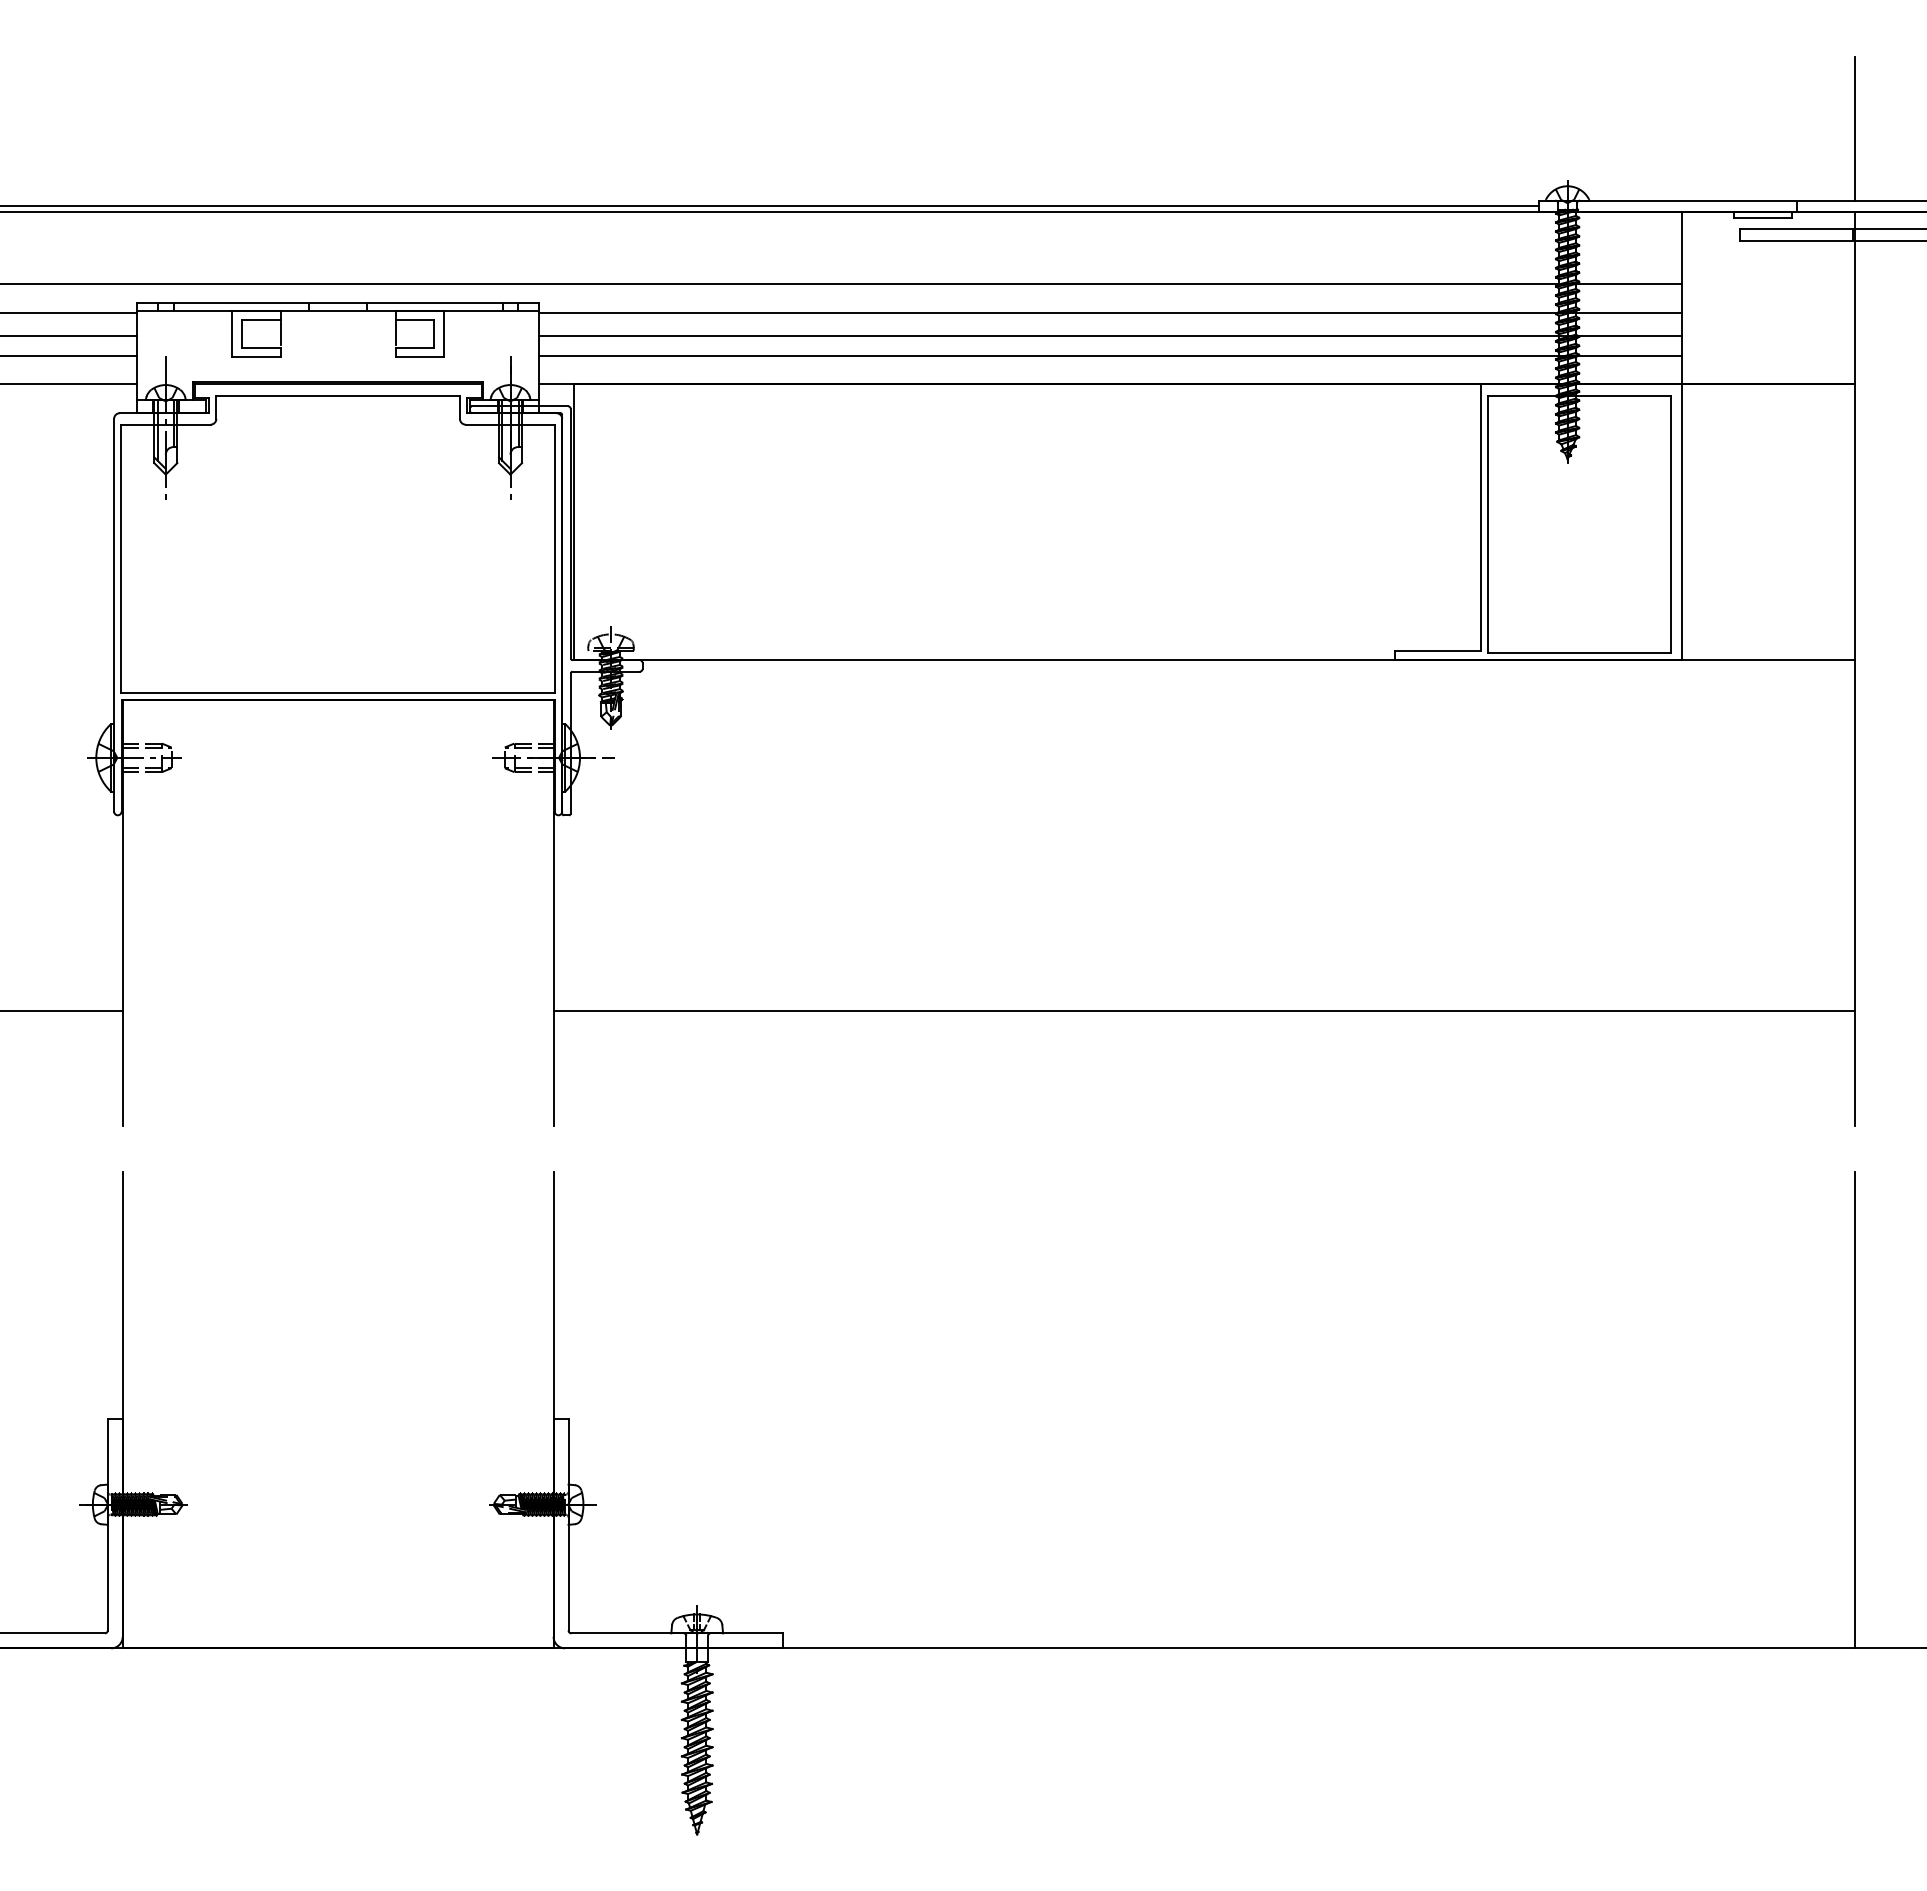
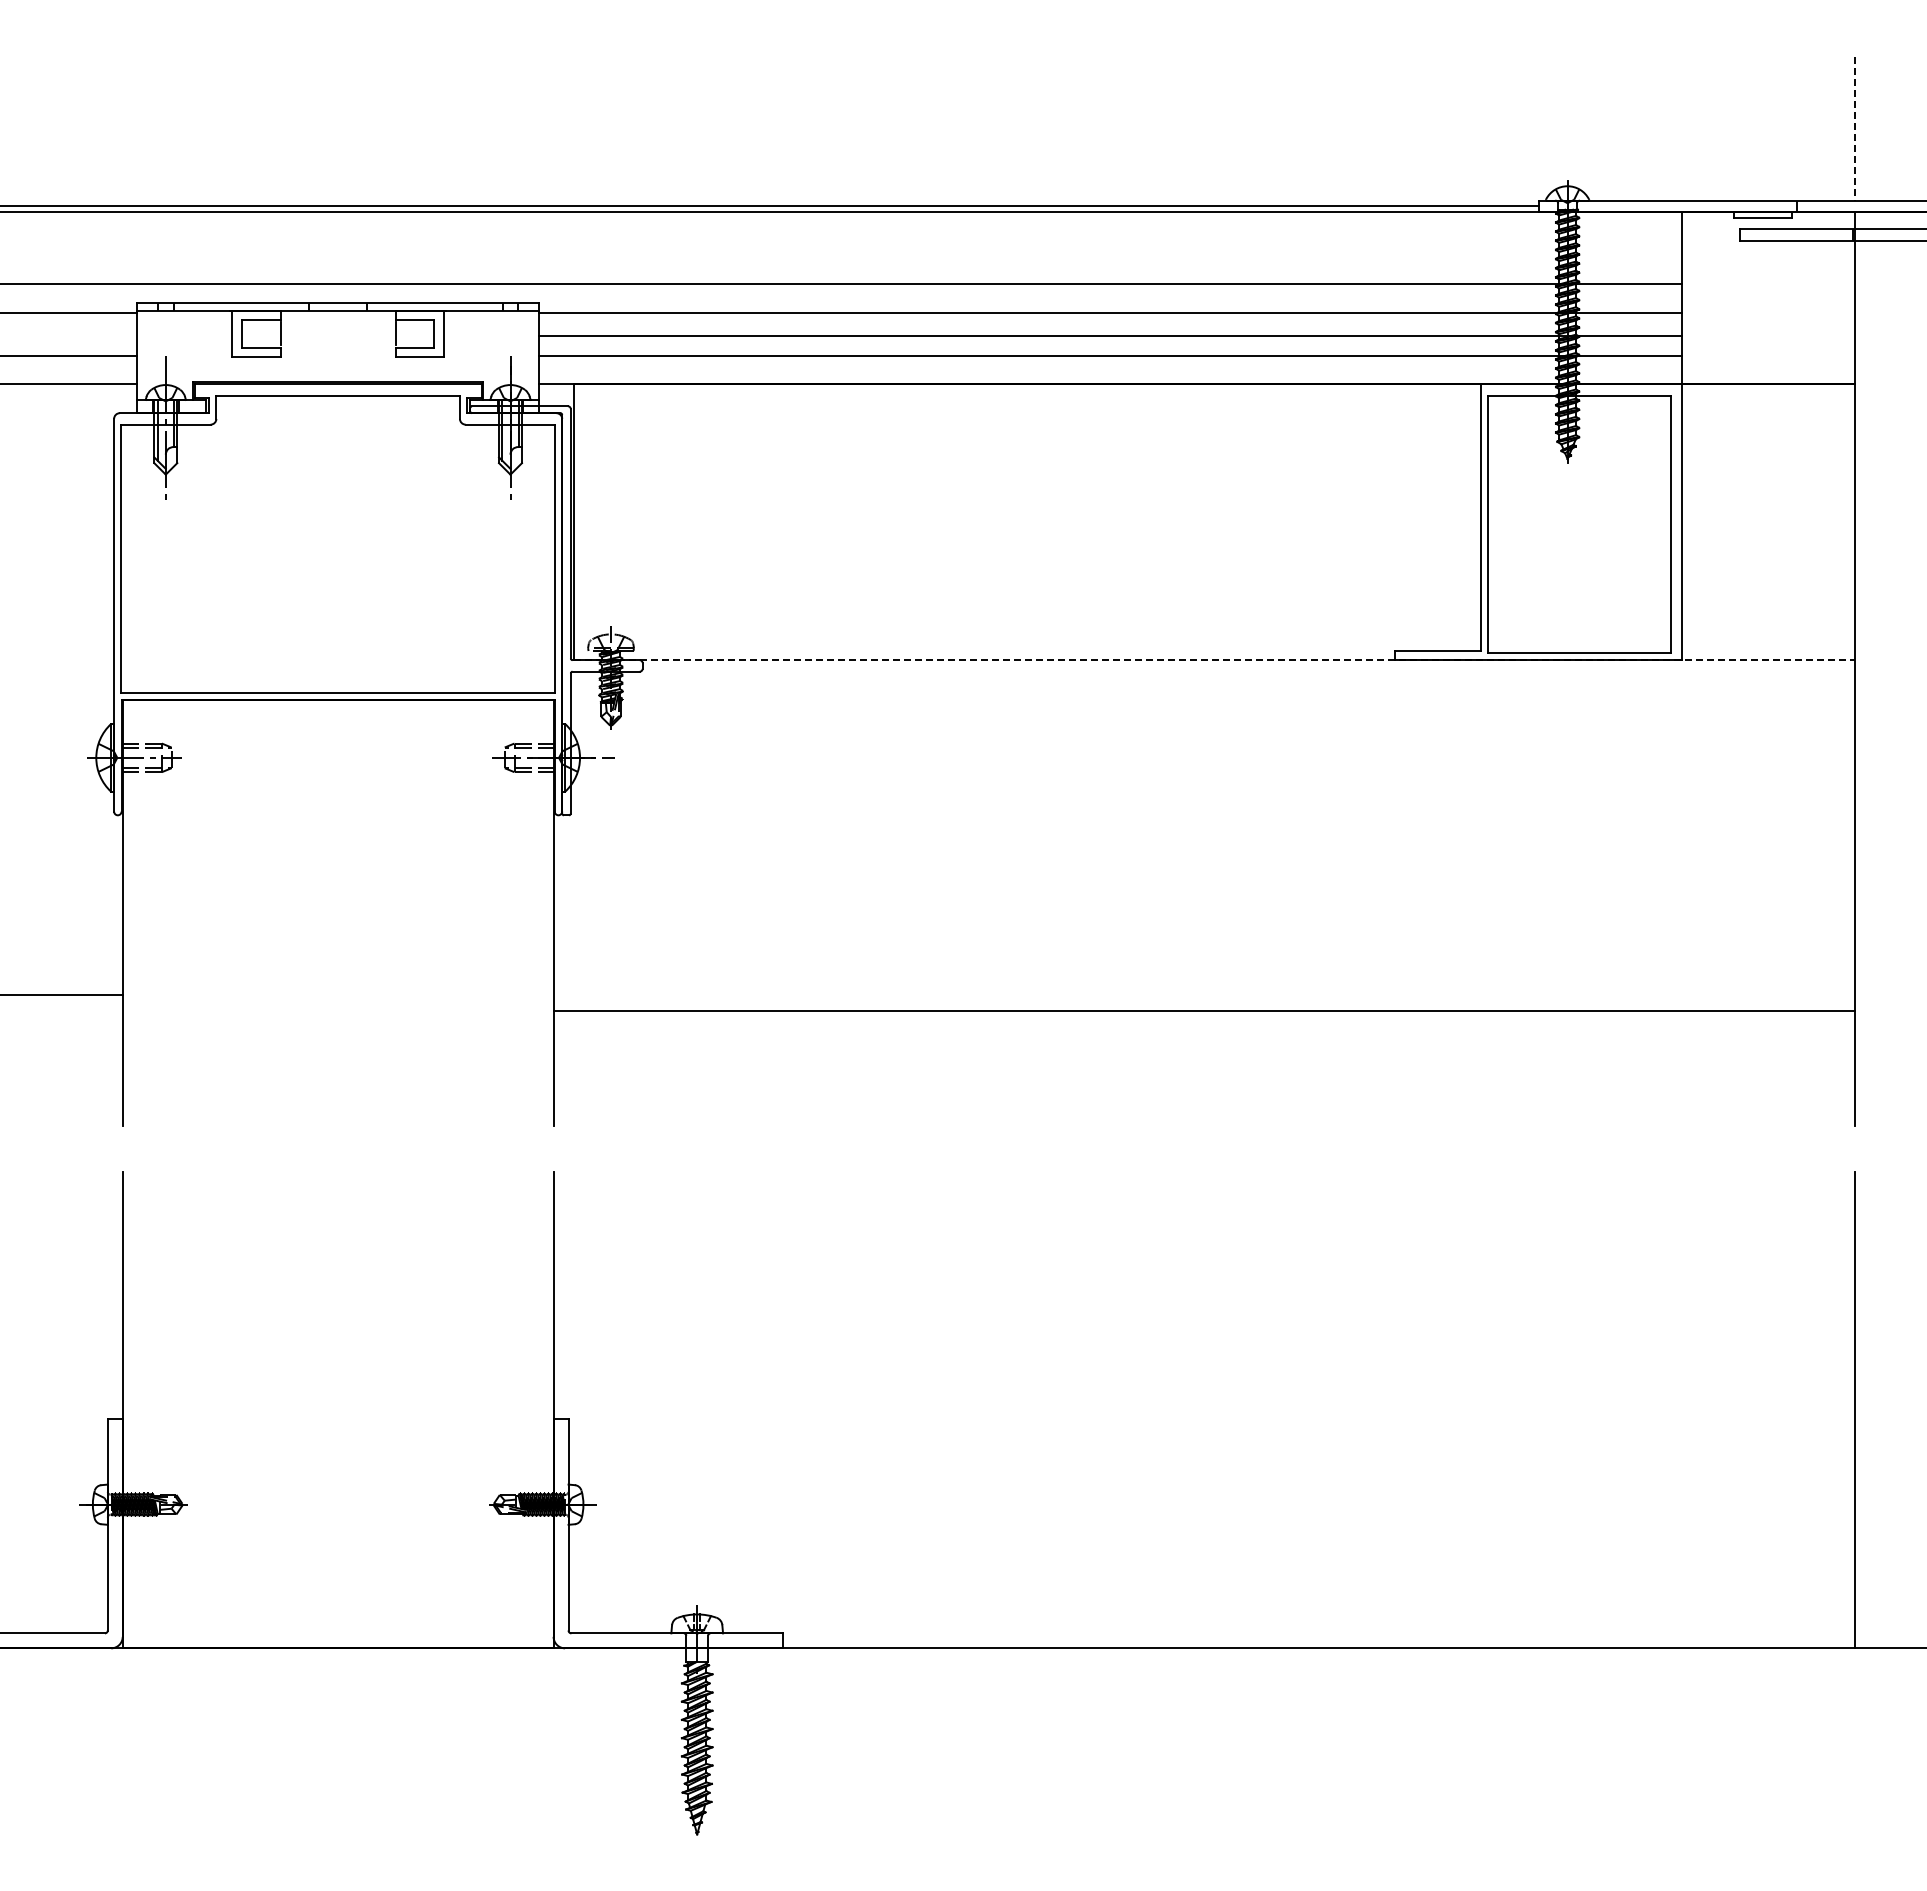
line at (1854, 129): solid -> dashed
line at (69, 335): present -> none
line at (1214, 660): solid -> dashed
line at (62, 1010) position: (62, 1010) -> (62, 994)
